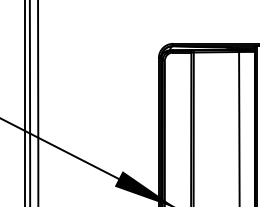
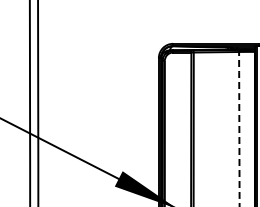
line at (25, 102): present -> none
arc at (239, 129): solid -> dashed
